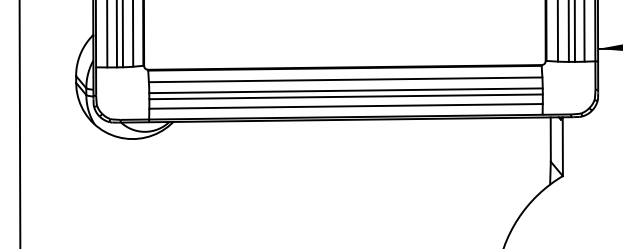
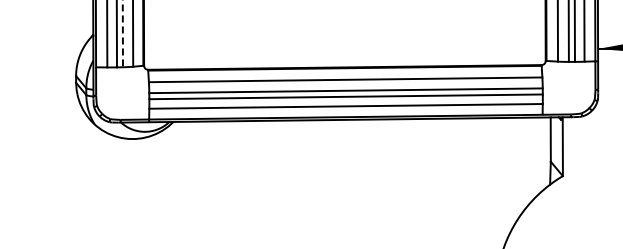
line at (122, 34): solid -> dashed
line at (19, 123): present -> none
